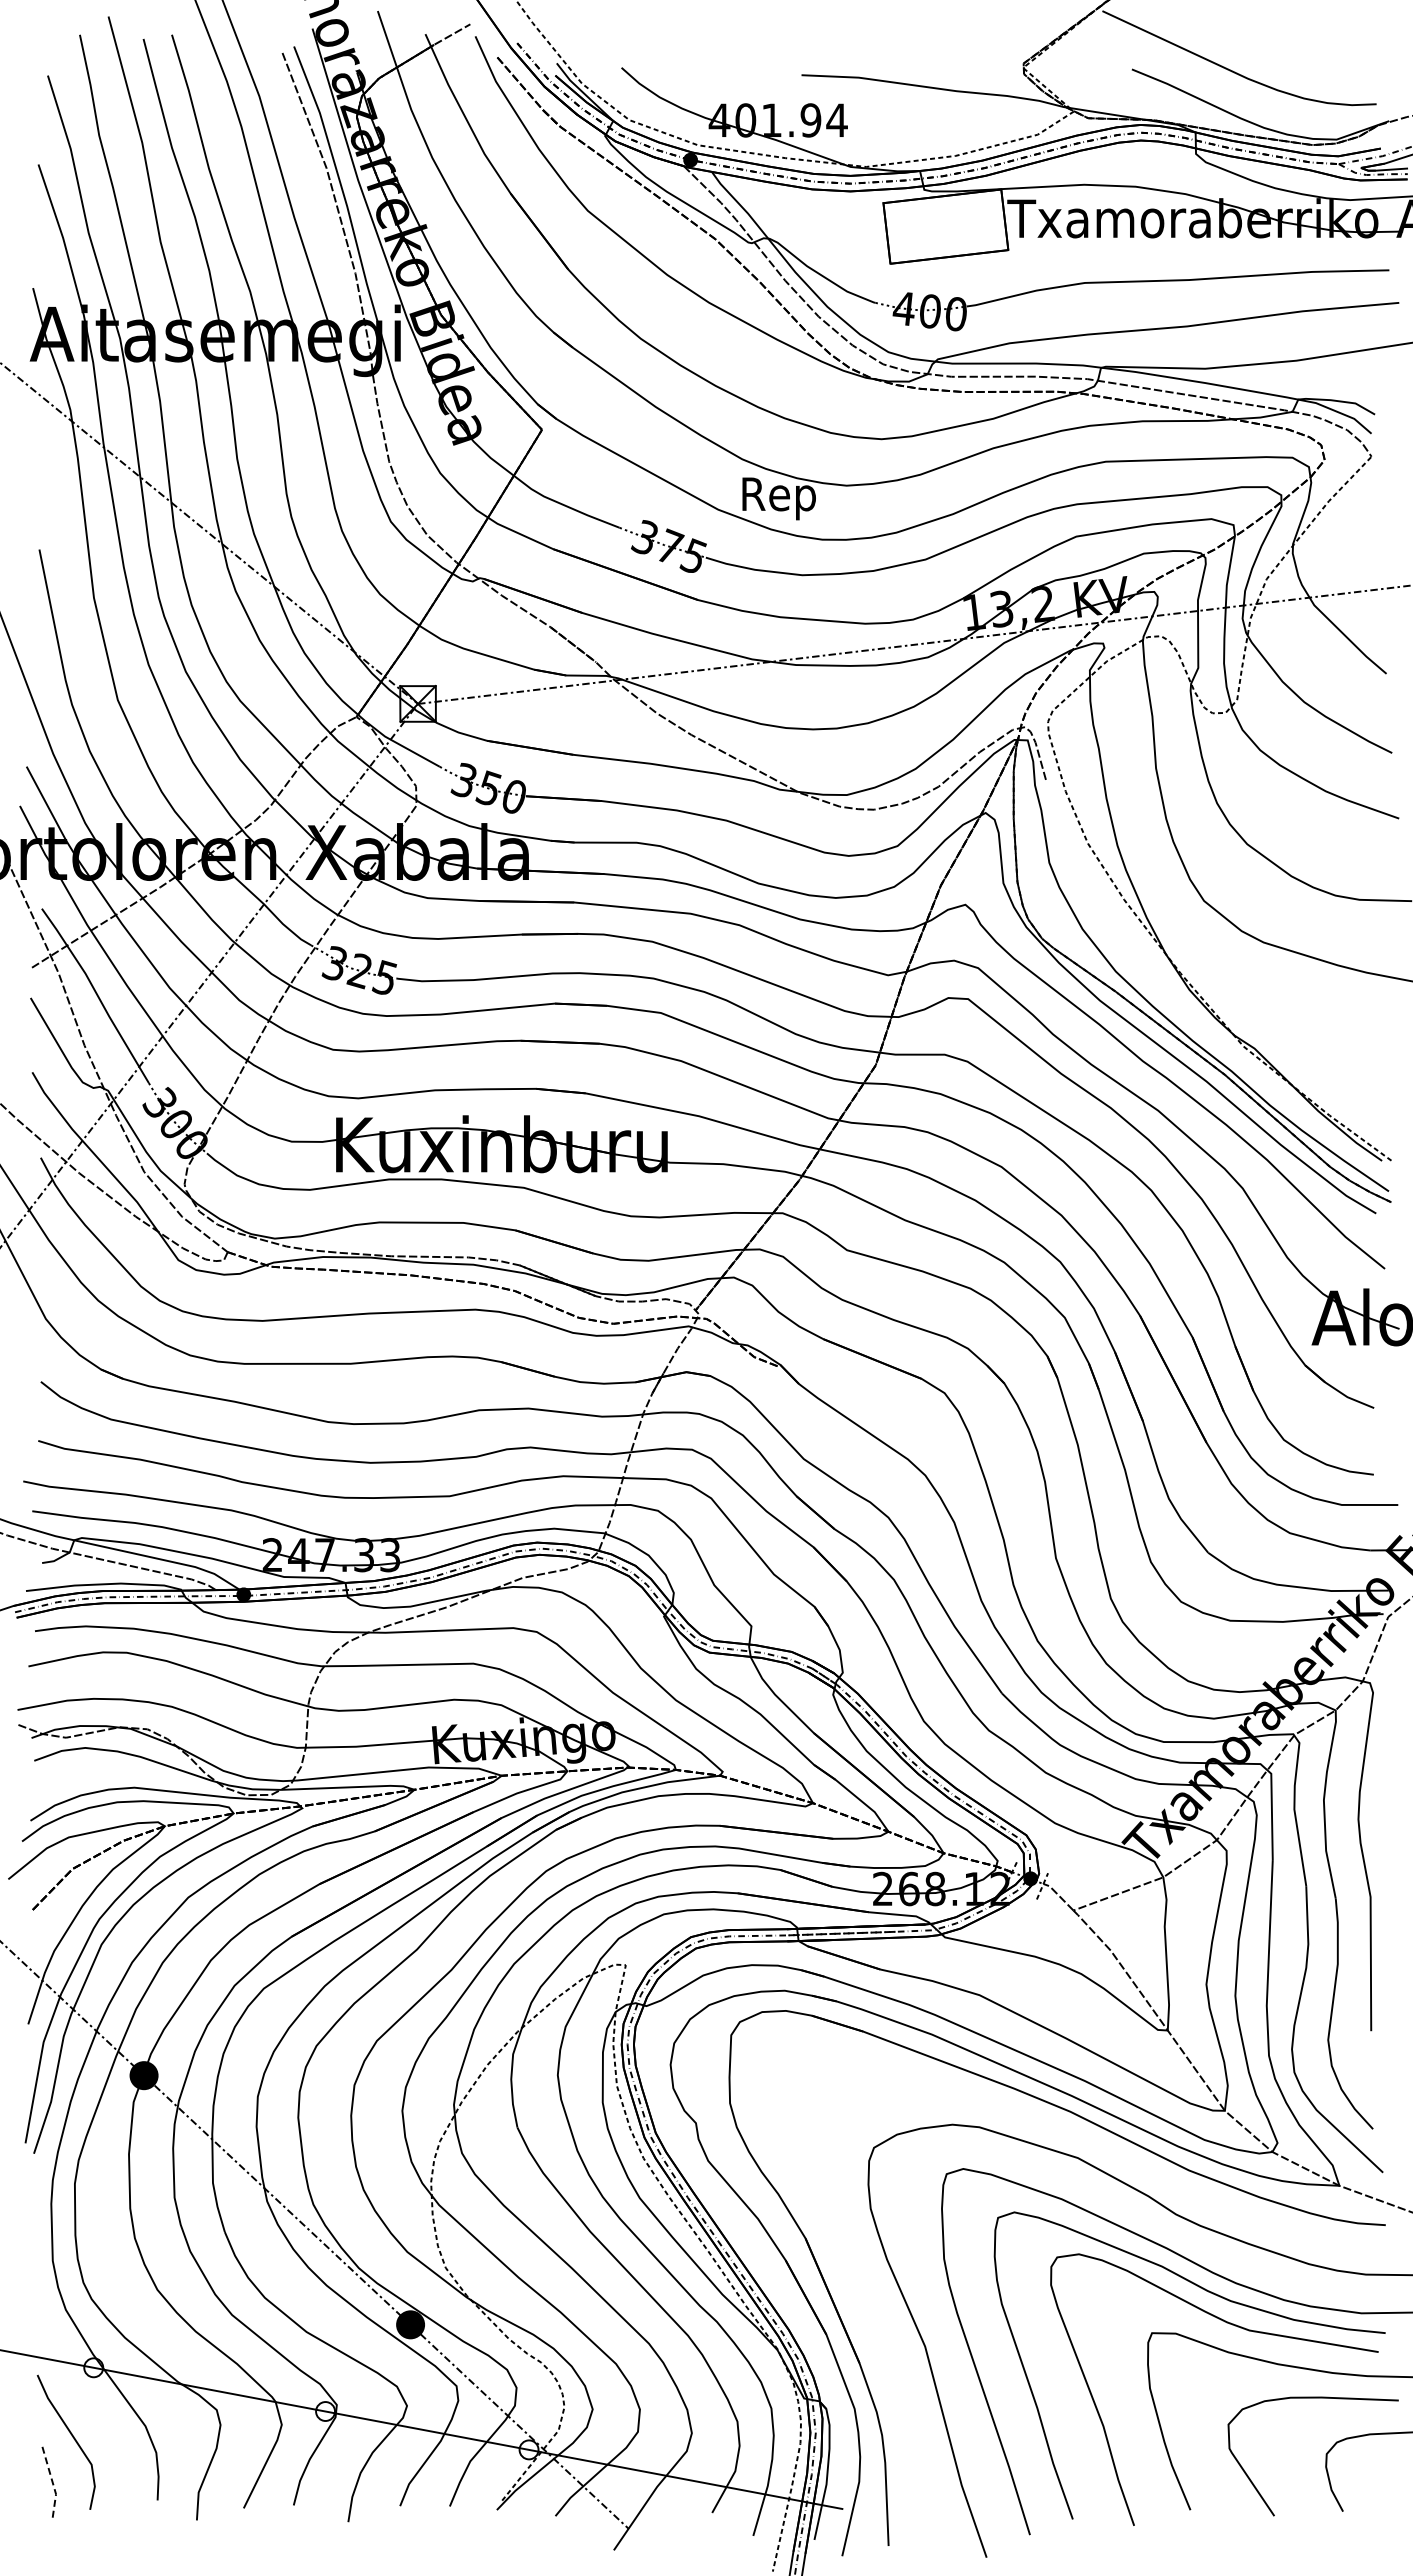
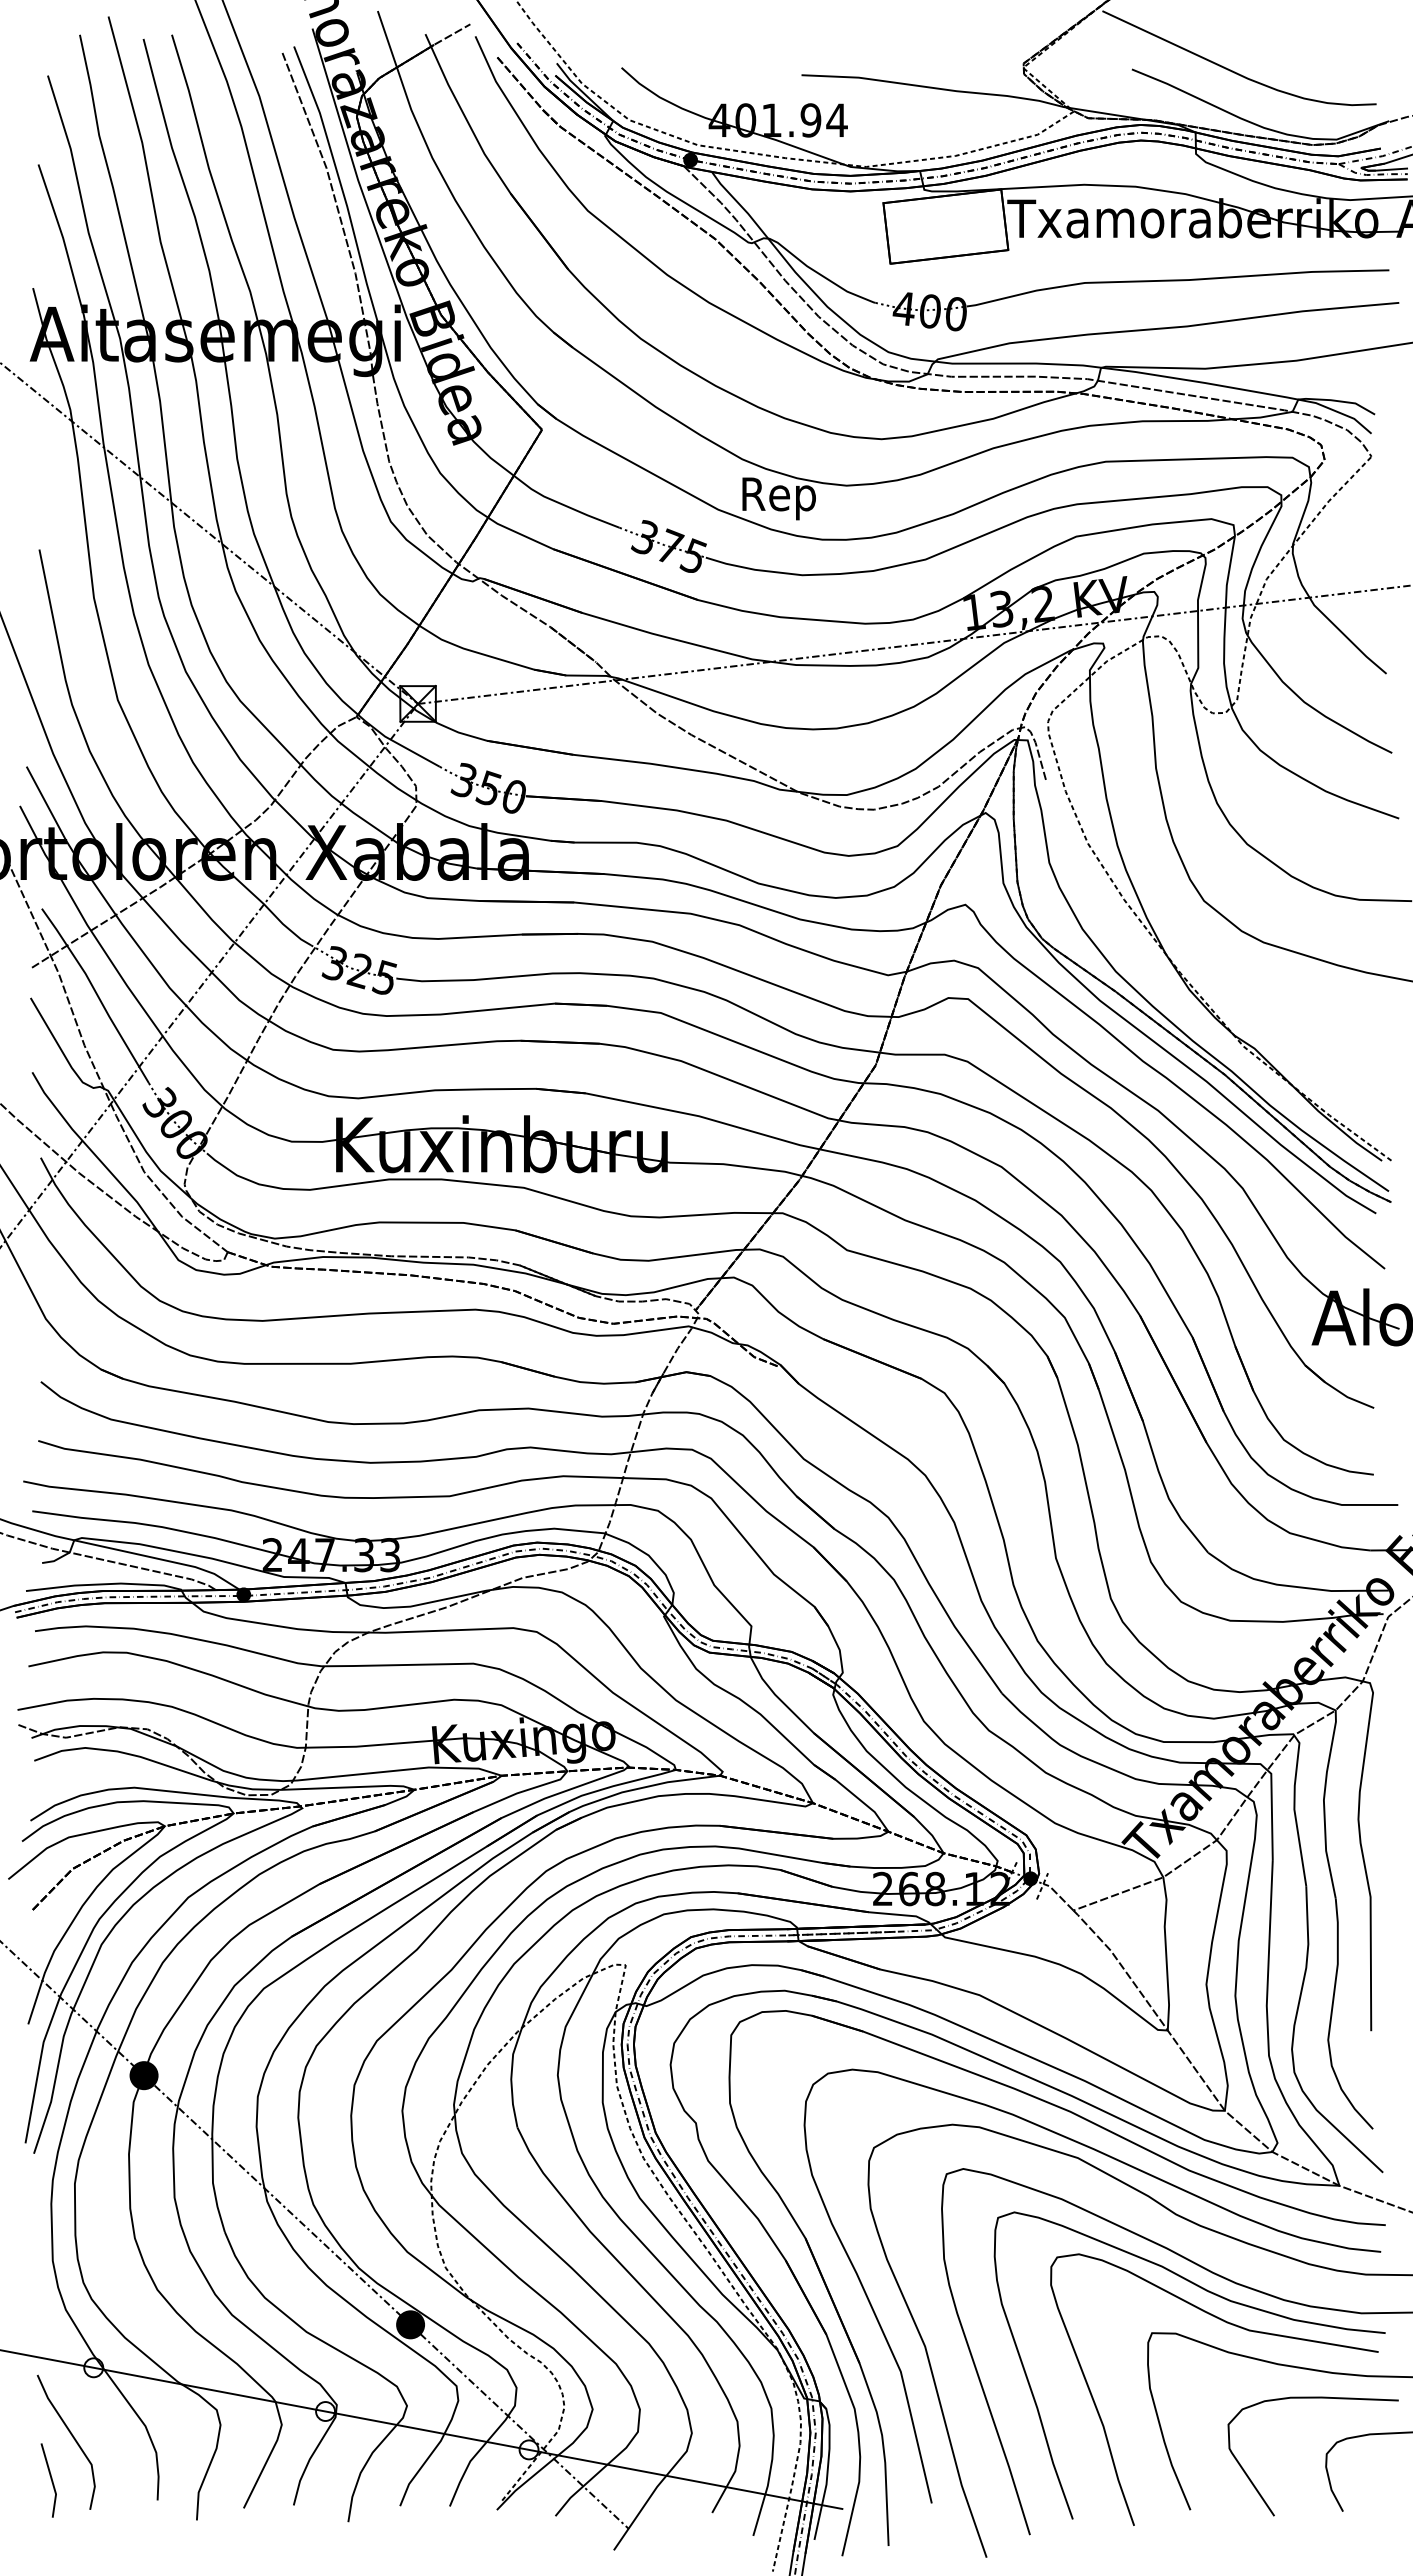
curve at (1148, 2175): none -> present
line at (52, 2480): dashed -> solid
